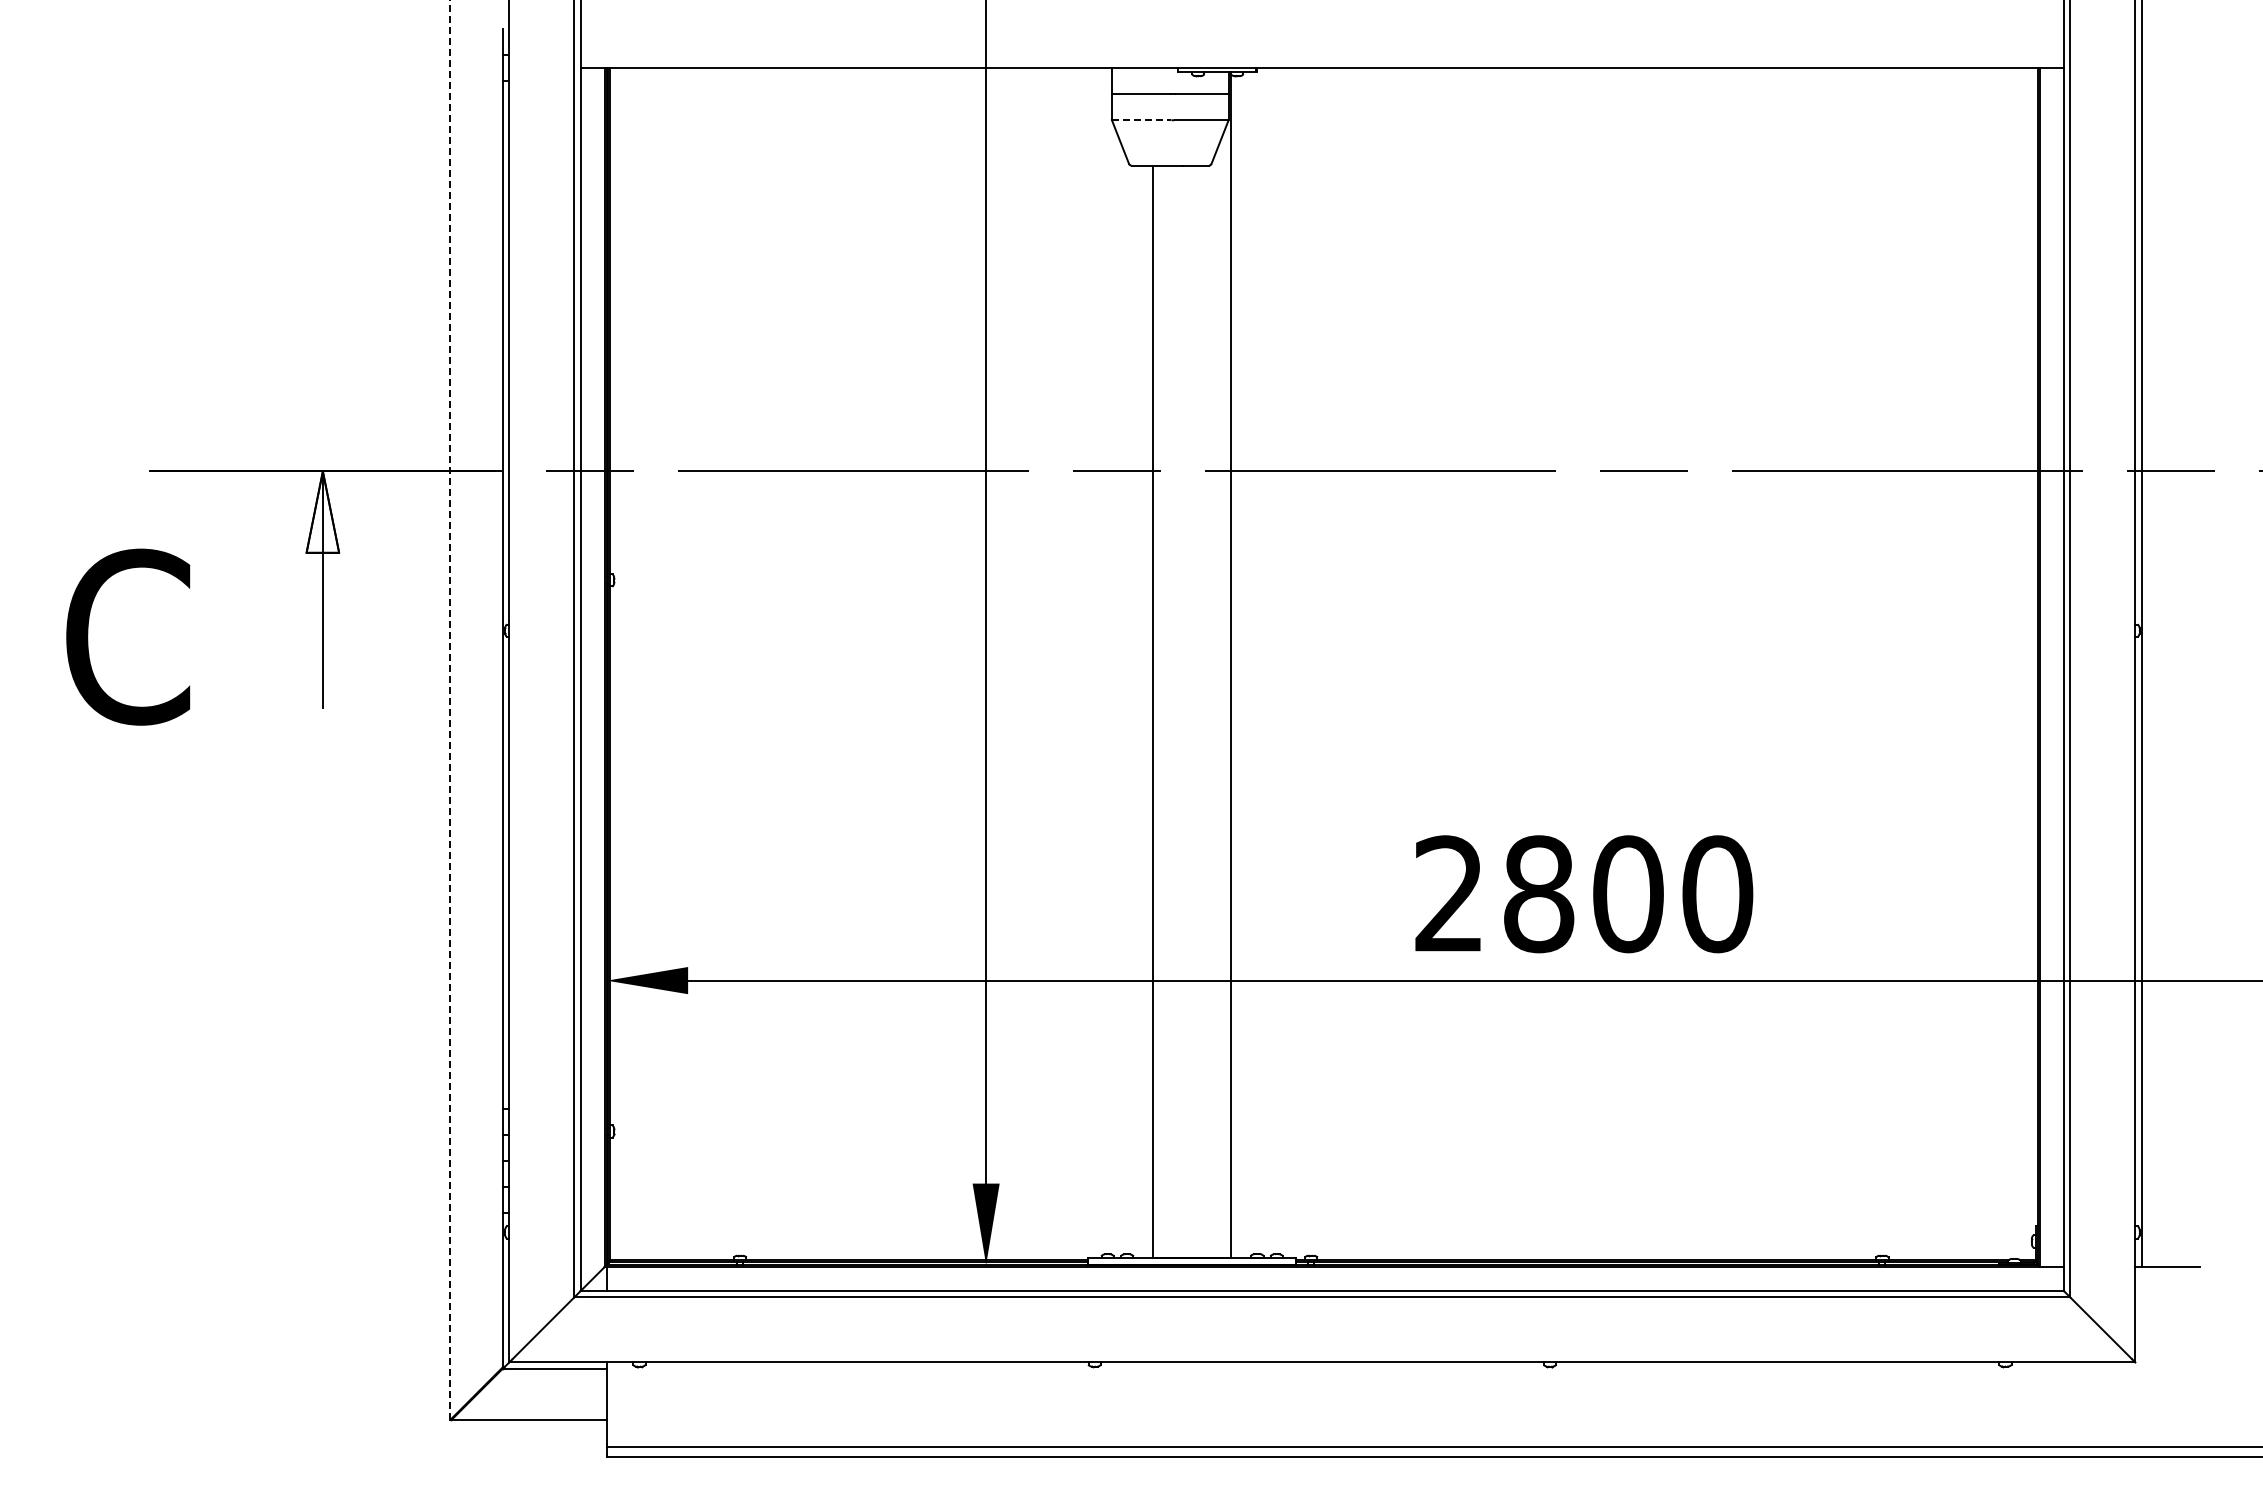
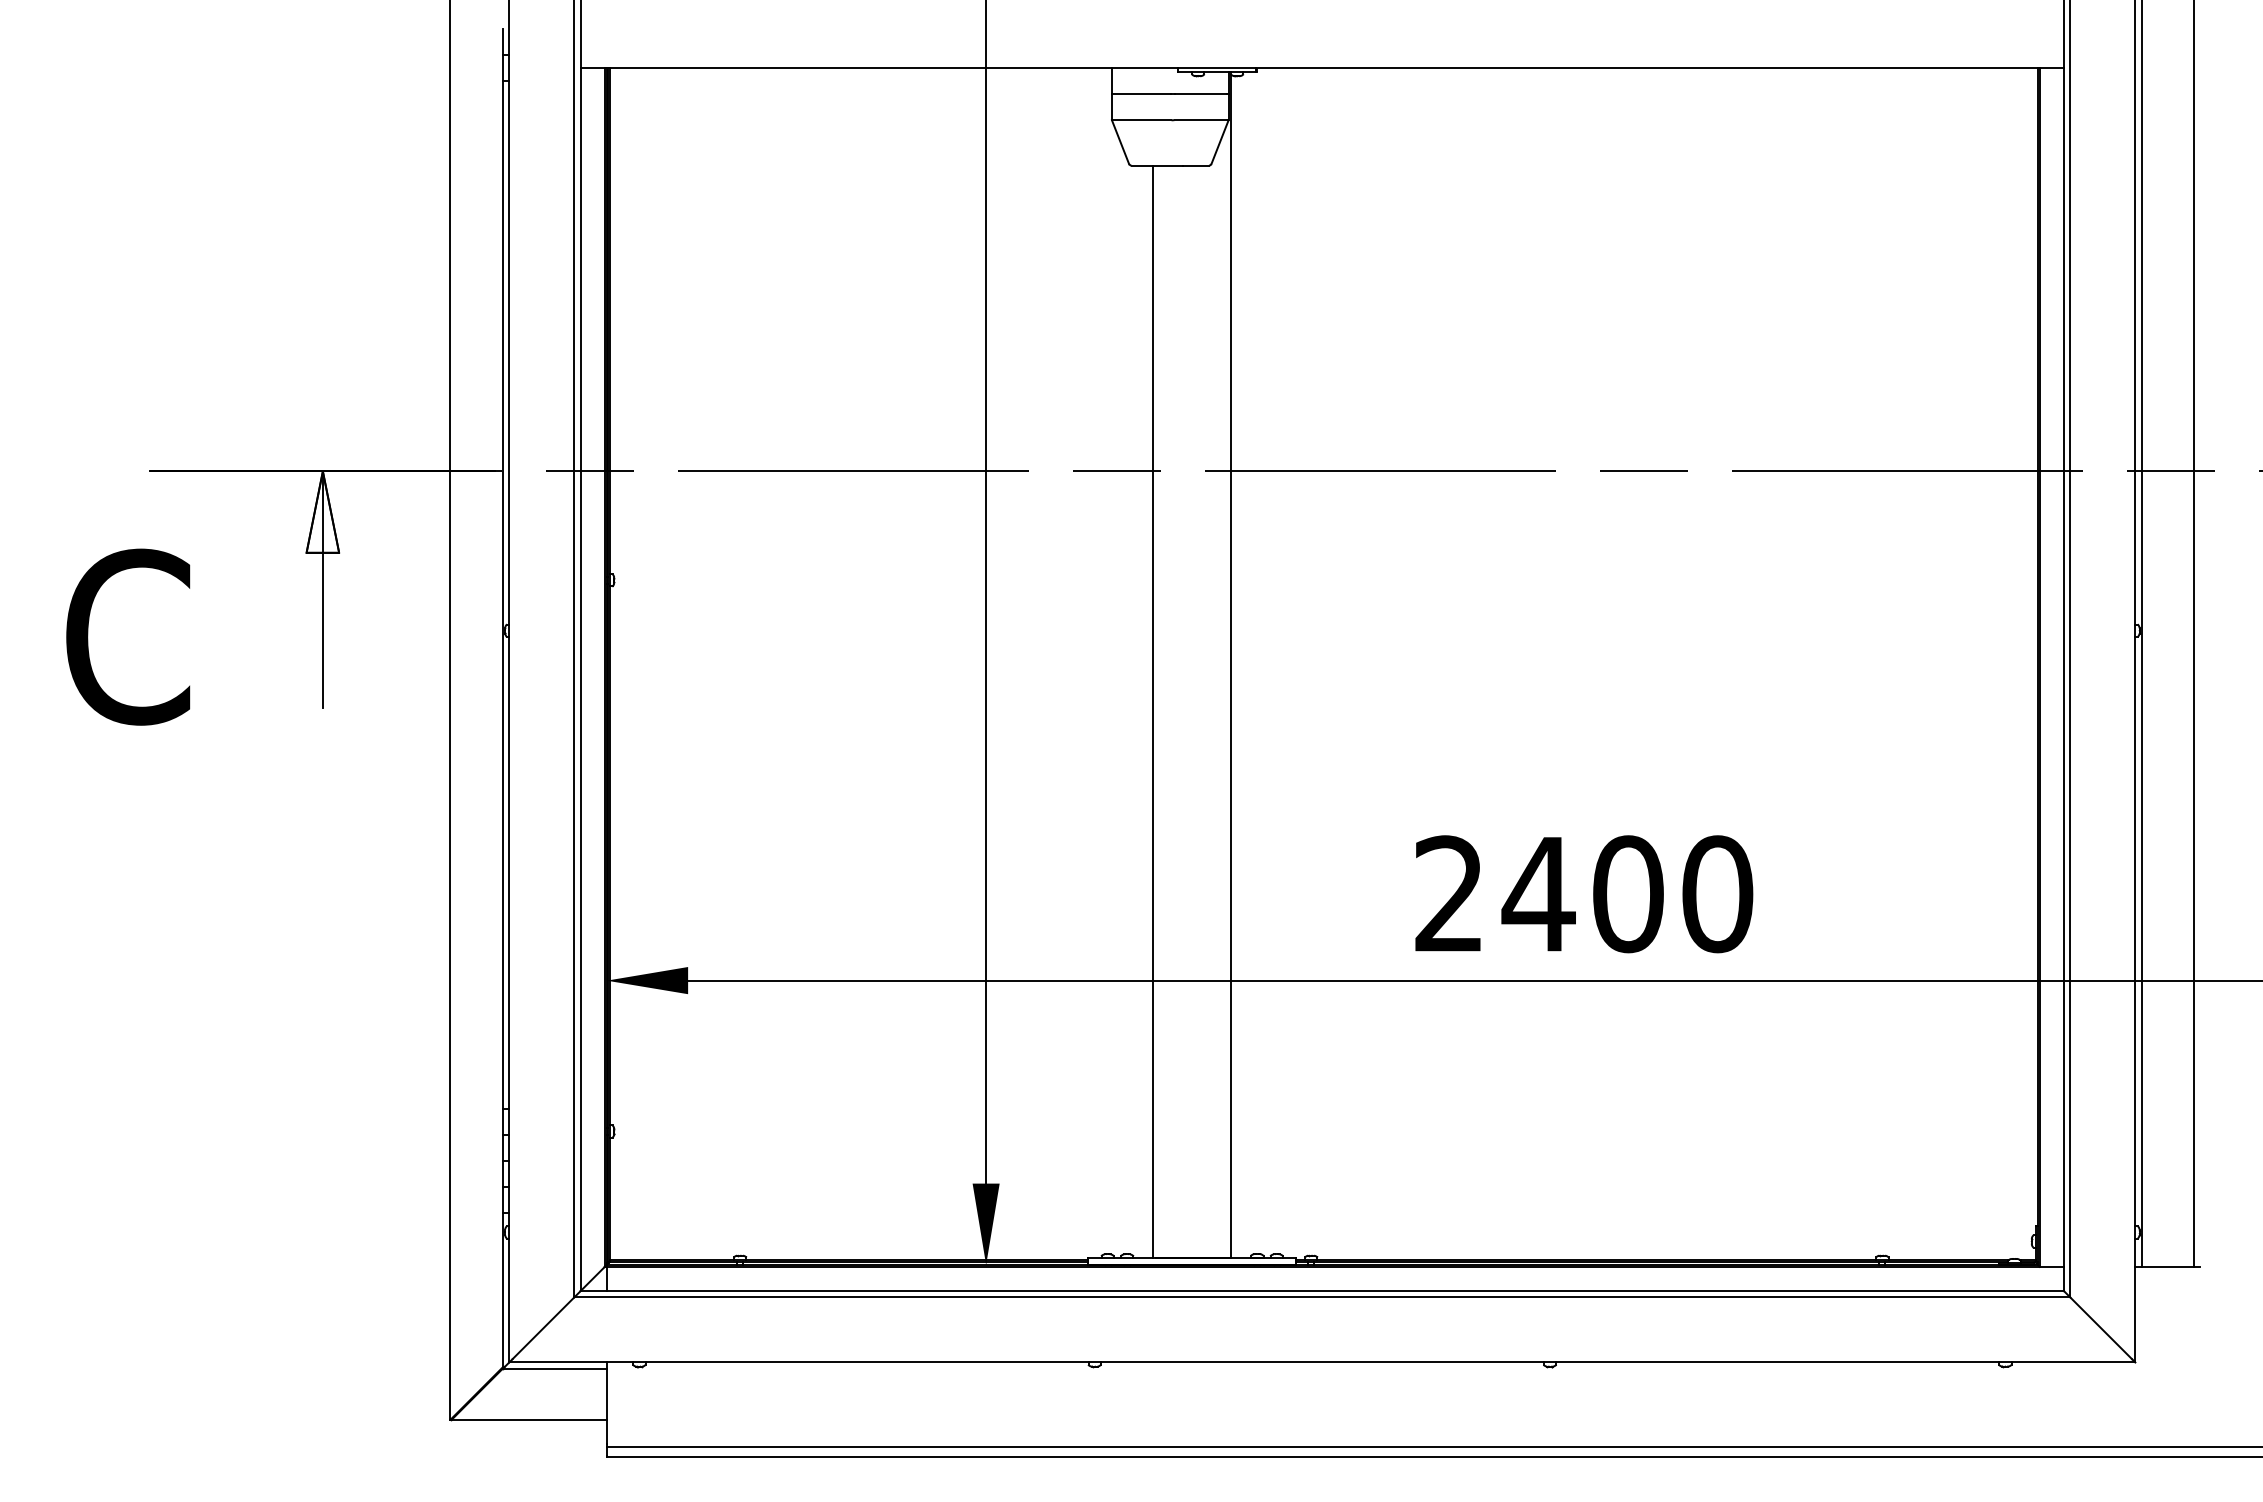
line at (1141, 120): dashed -> solid
line at (2193, 634): none -> present
line at (449, 710): dashed -> solid
text at (1538, 894): 2800 -> 2400
